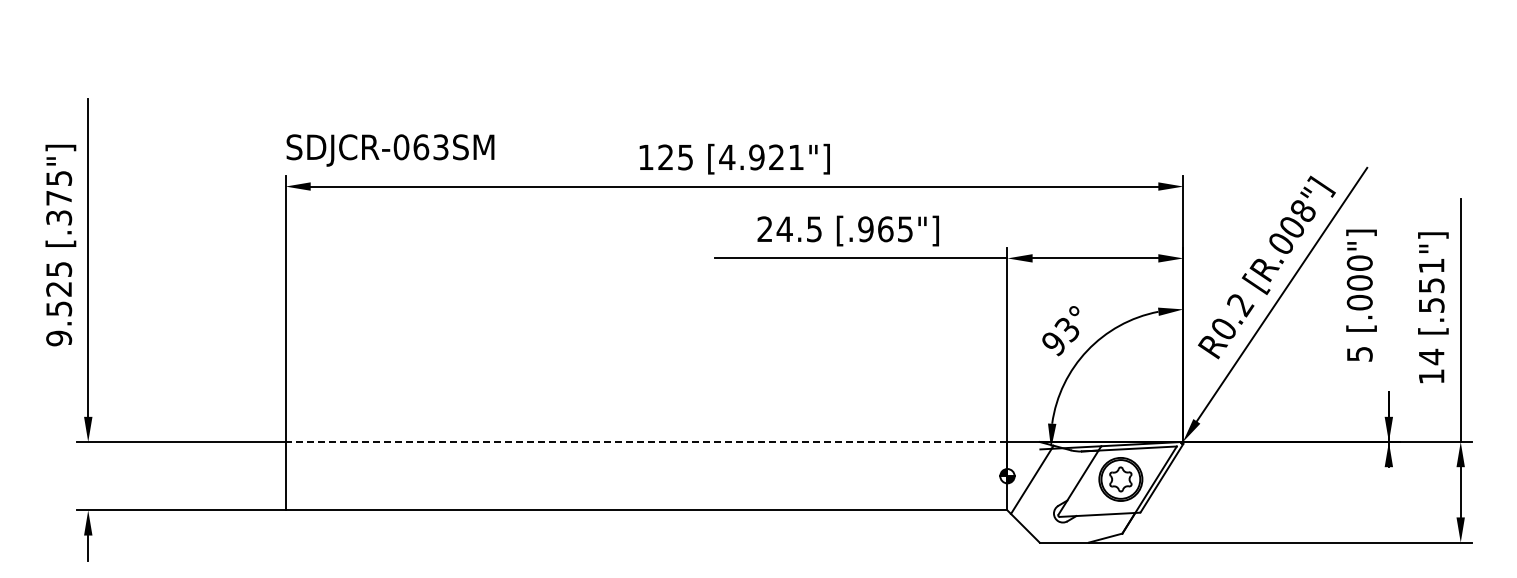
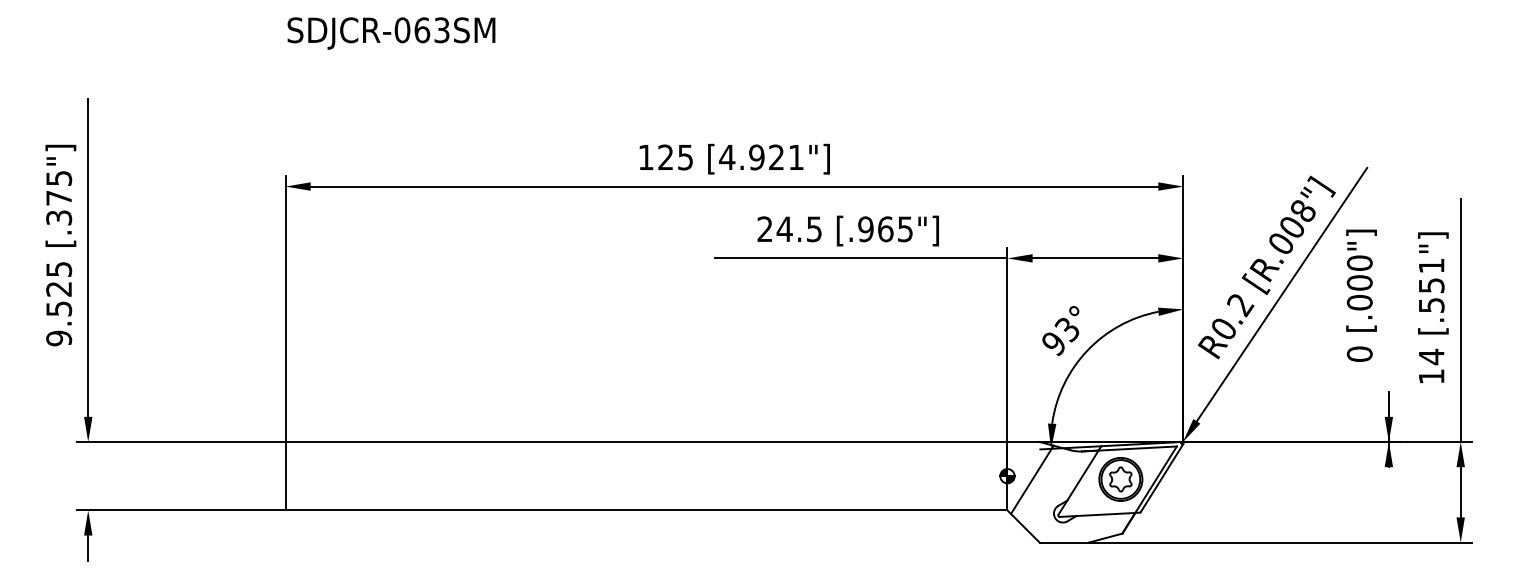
text at (390, 150) position: (390, 150) -> (391, 33)
text at (1359, 353): 5 -> 0
line at (646, 442): dashed -> solid
